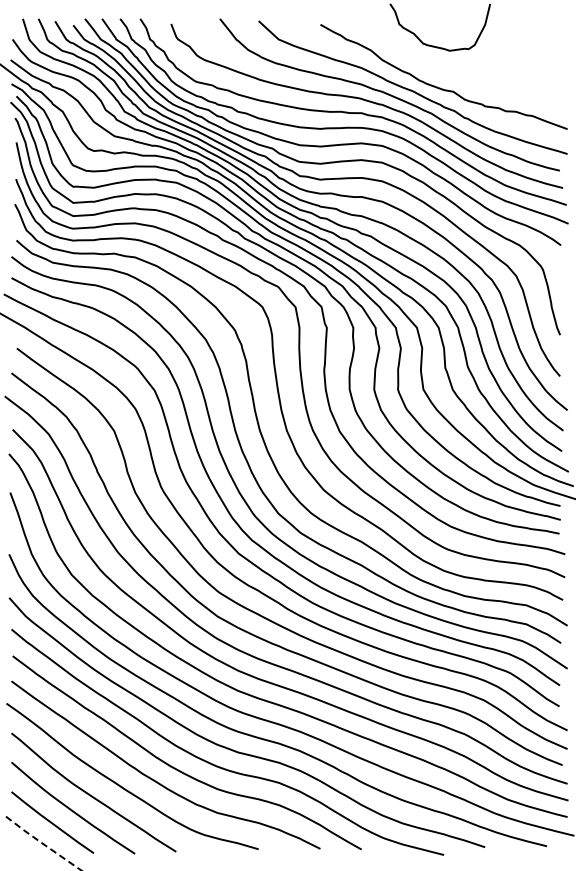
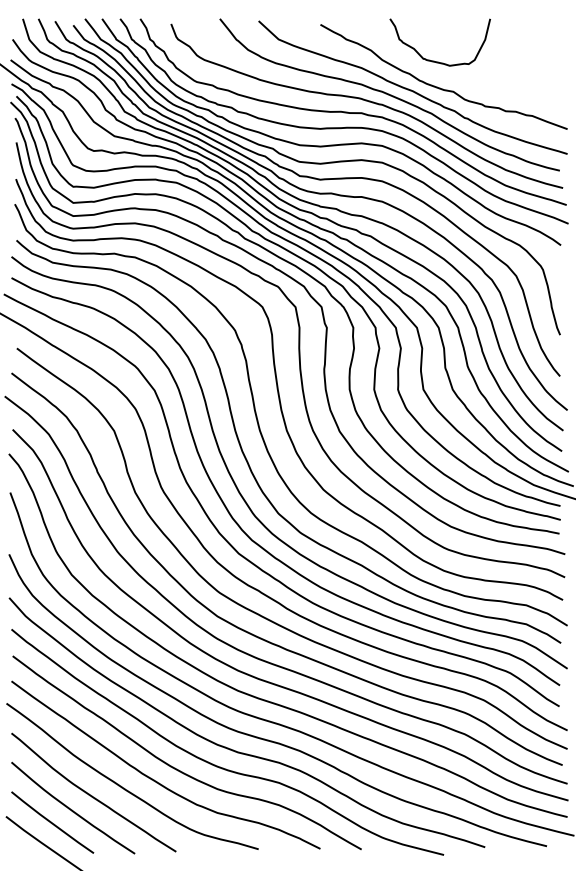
curve at (434, 45) position: (434, 45) -> (434, 60)
line at (42, 843): dashed -> solid
